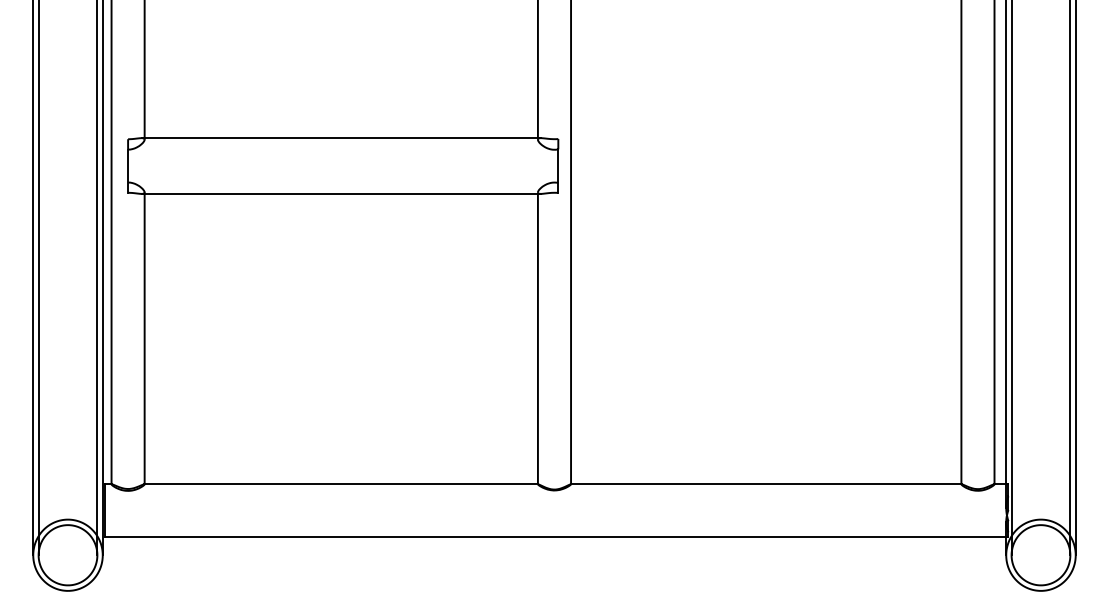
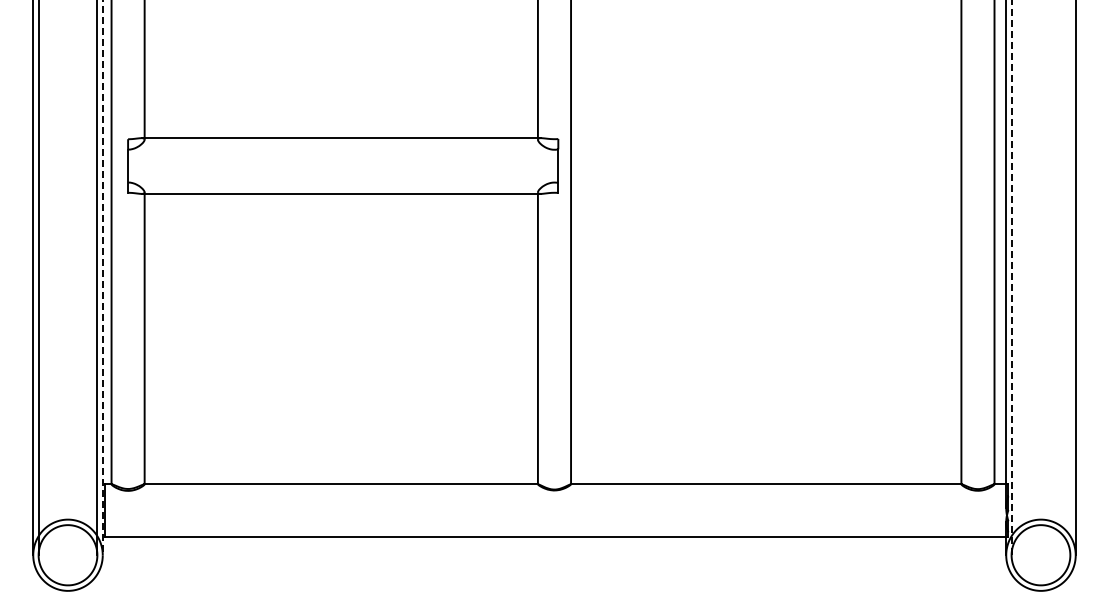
line at (1011, 277): solid -> dashed
line at (102, 278): solid -> dashed
line at (1070, 278): present -> none
